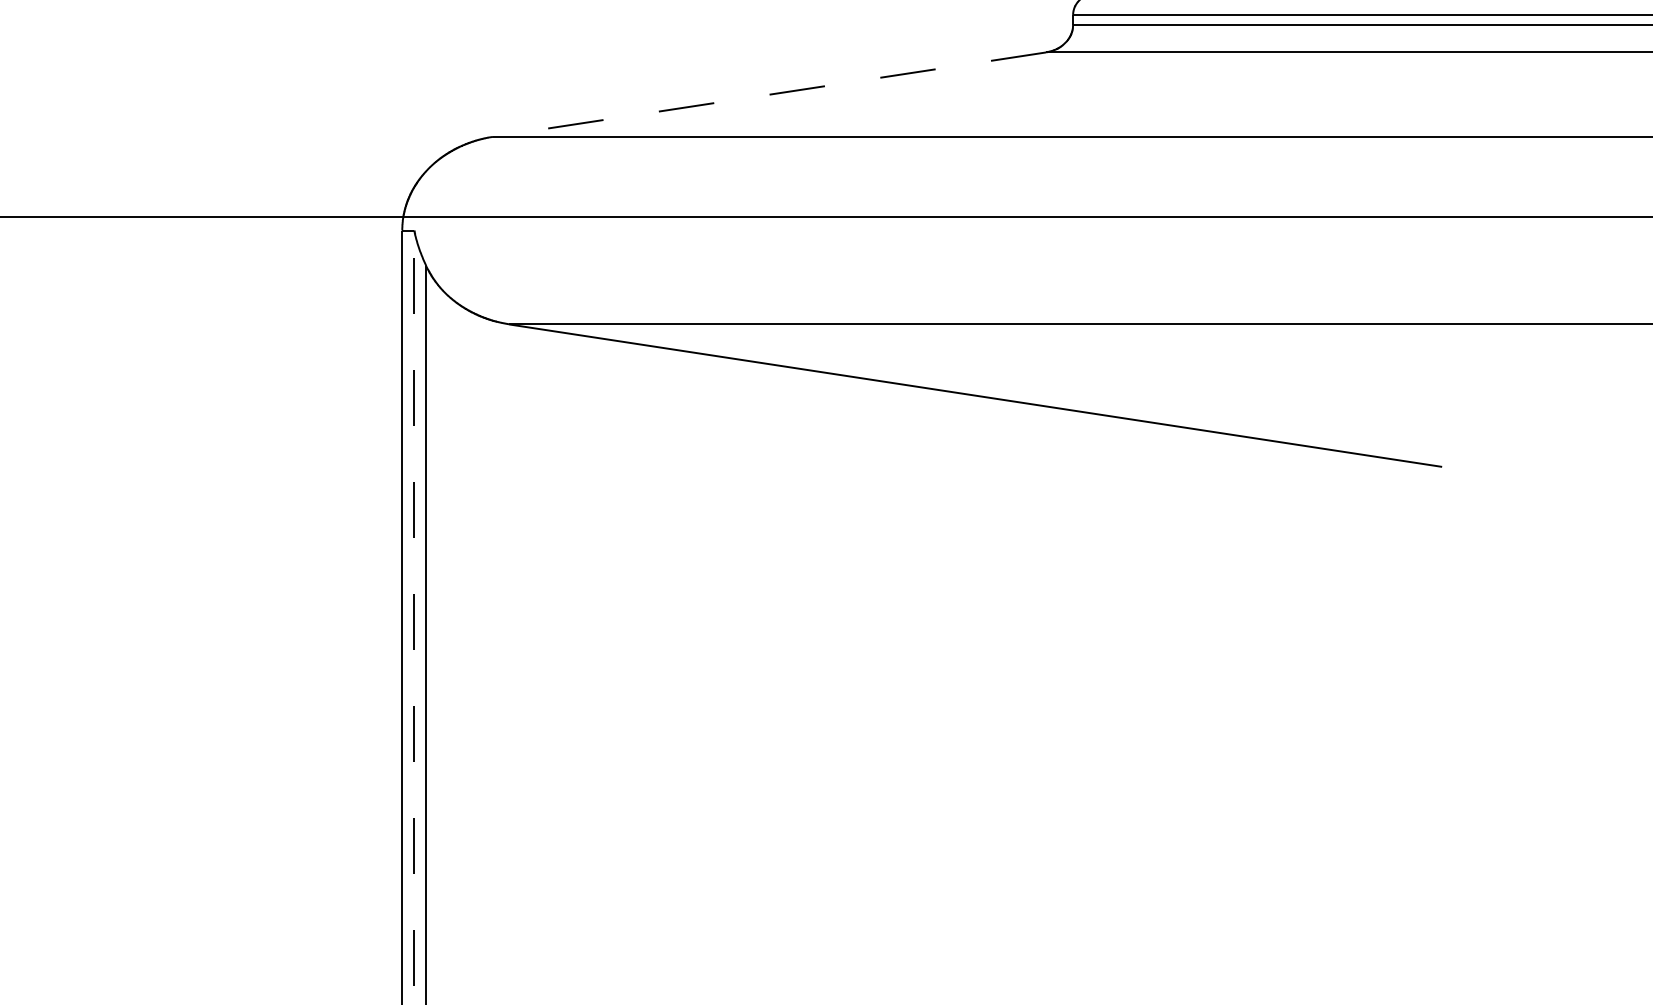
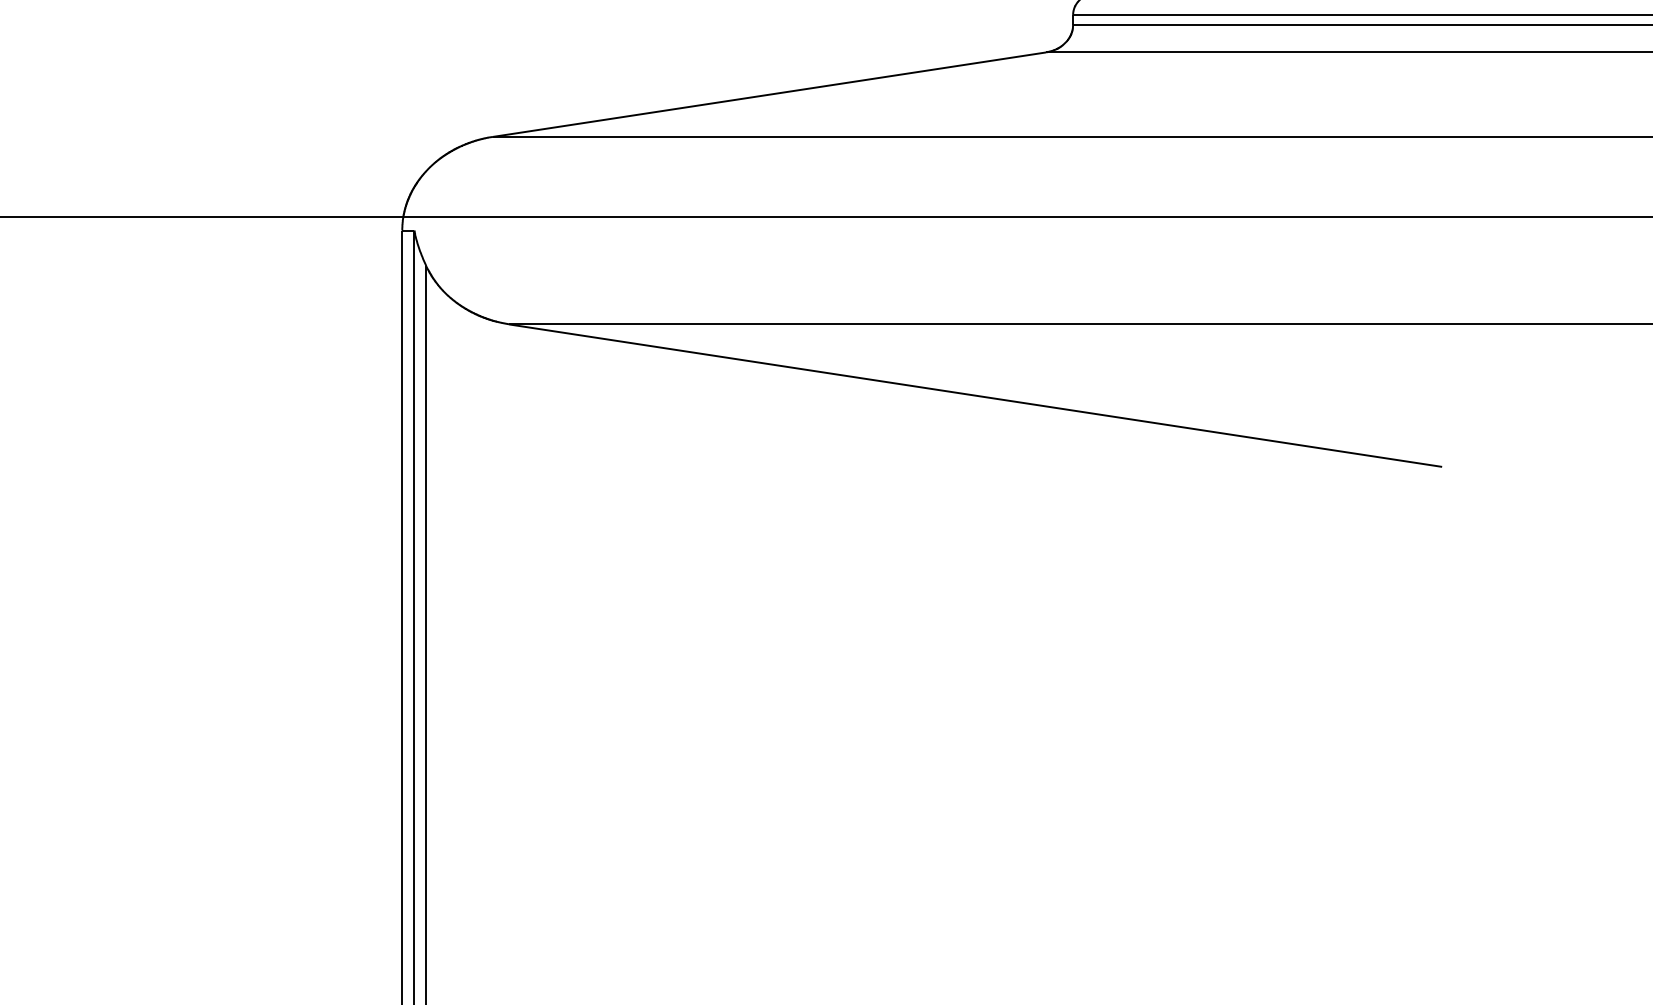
line at (769, 94): dashed -> solid
line at (414, 617): dashed -> solid
